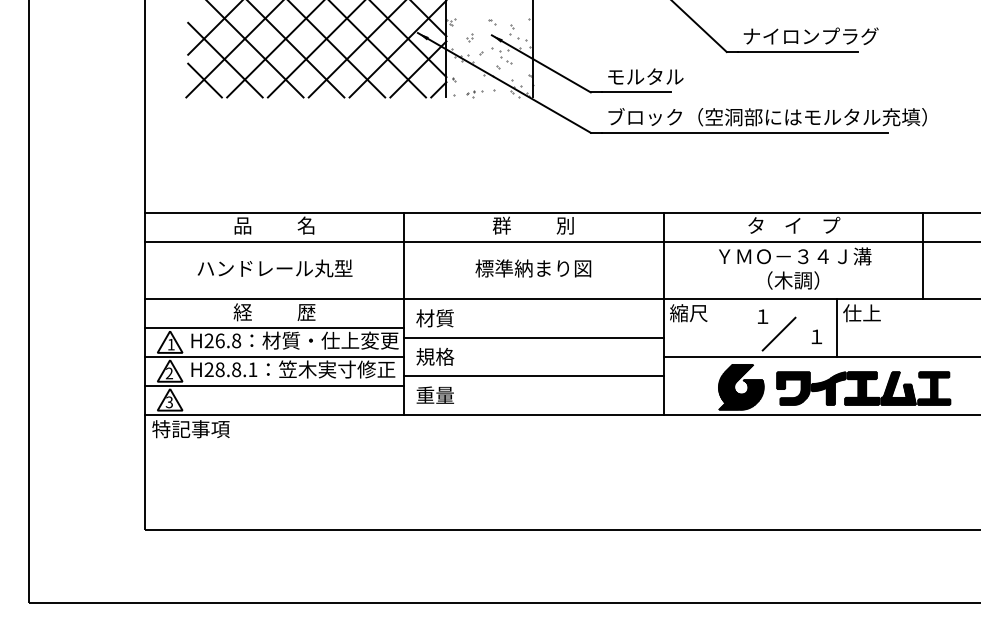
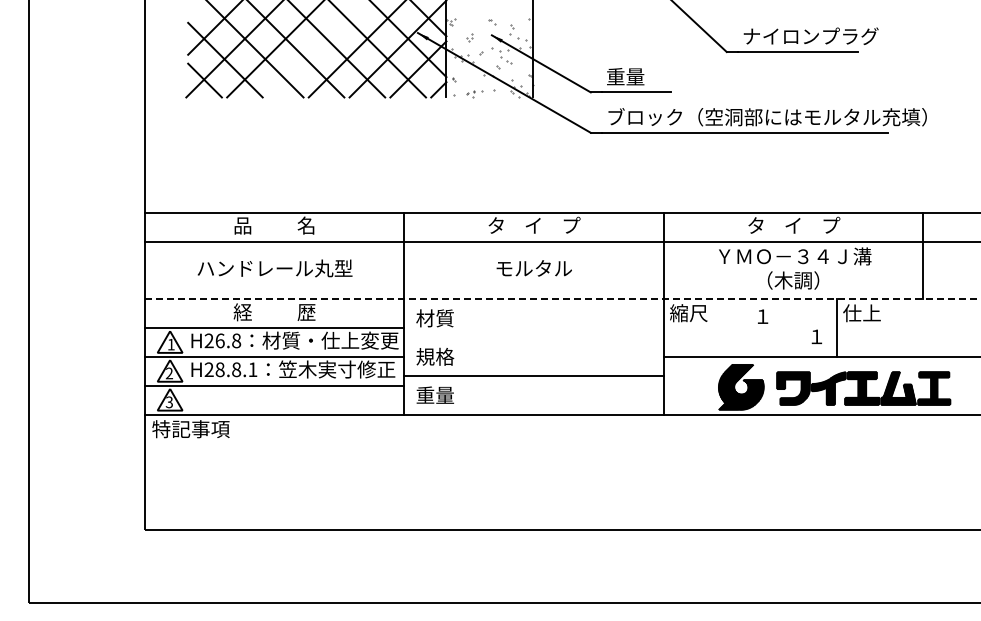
line at (314, 49): present -> none
text at (645, 76): モルタル -> 重量
text at (534, 225): 群          別 -> タ    イ    プ
text at (533, 268): 標準納まり図 -> モルタル
line at (562, 299): solid -> dashed
line at (778, 333): present -> none
line at (533, 337): present -> none
